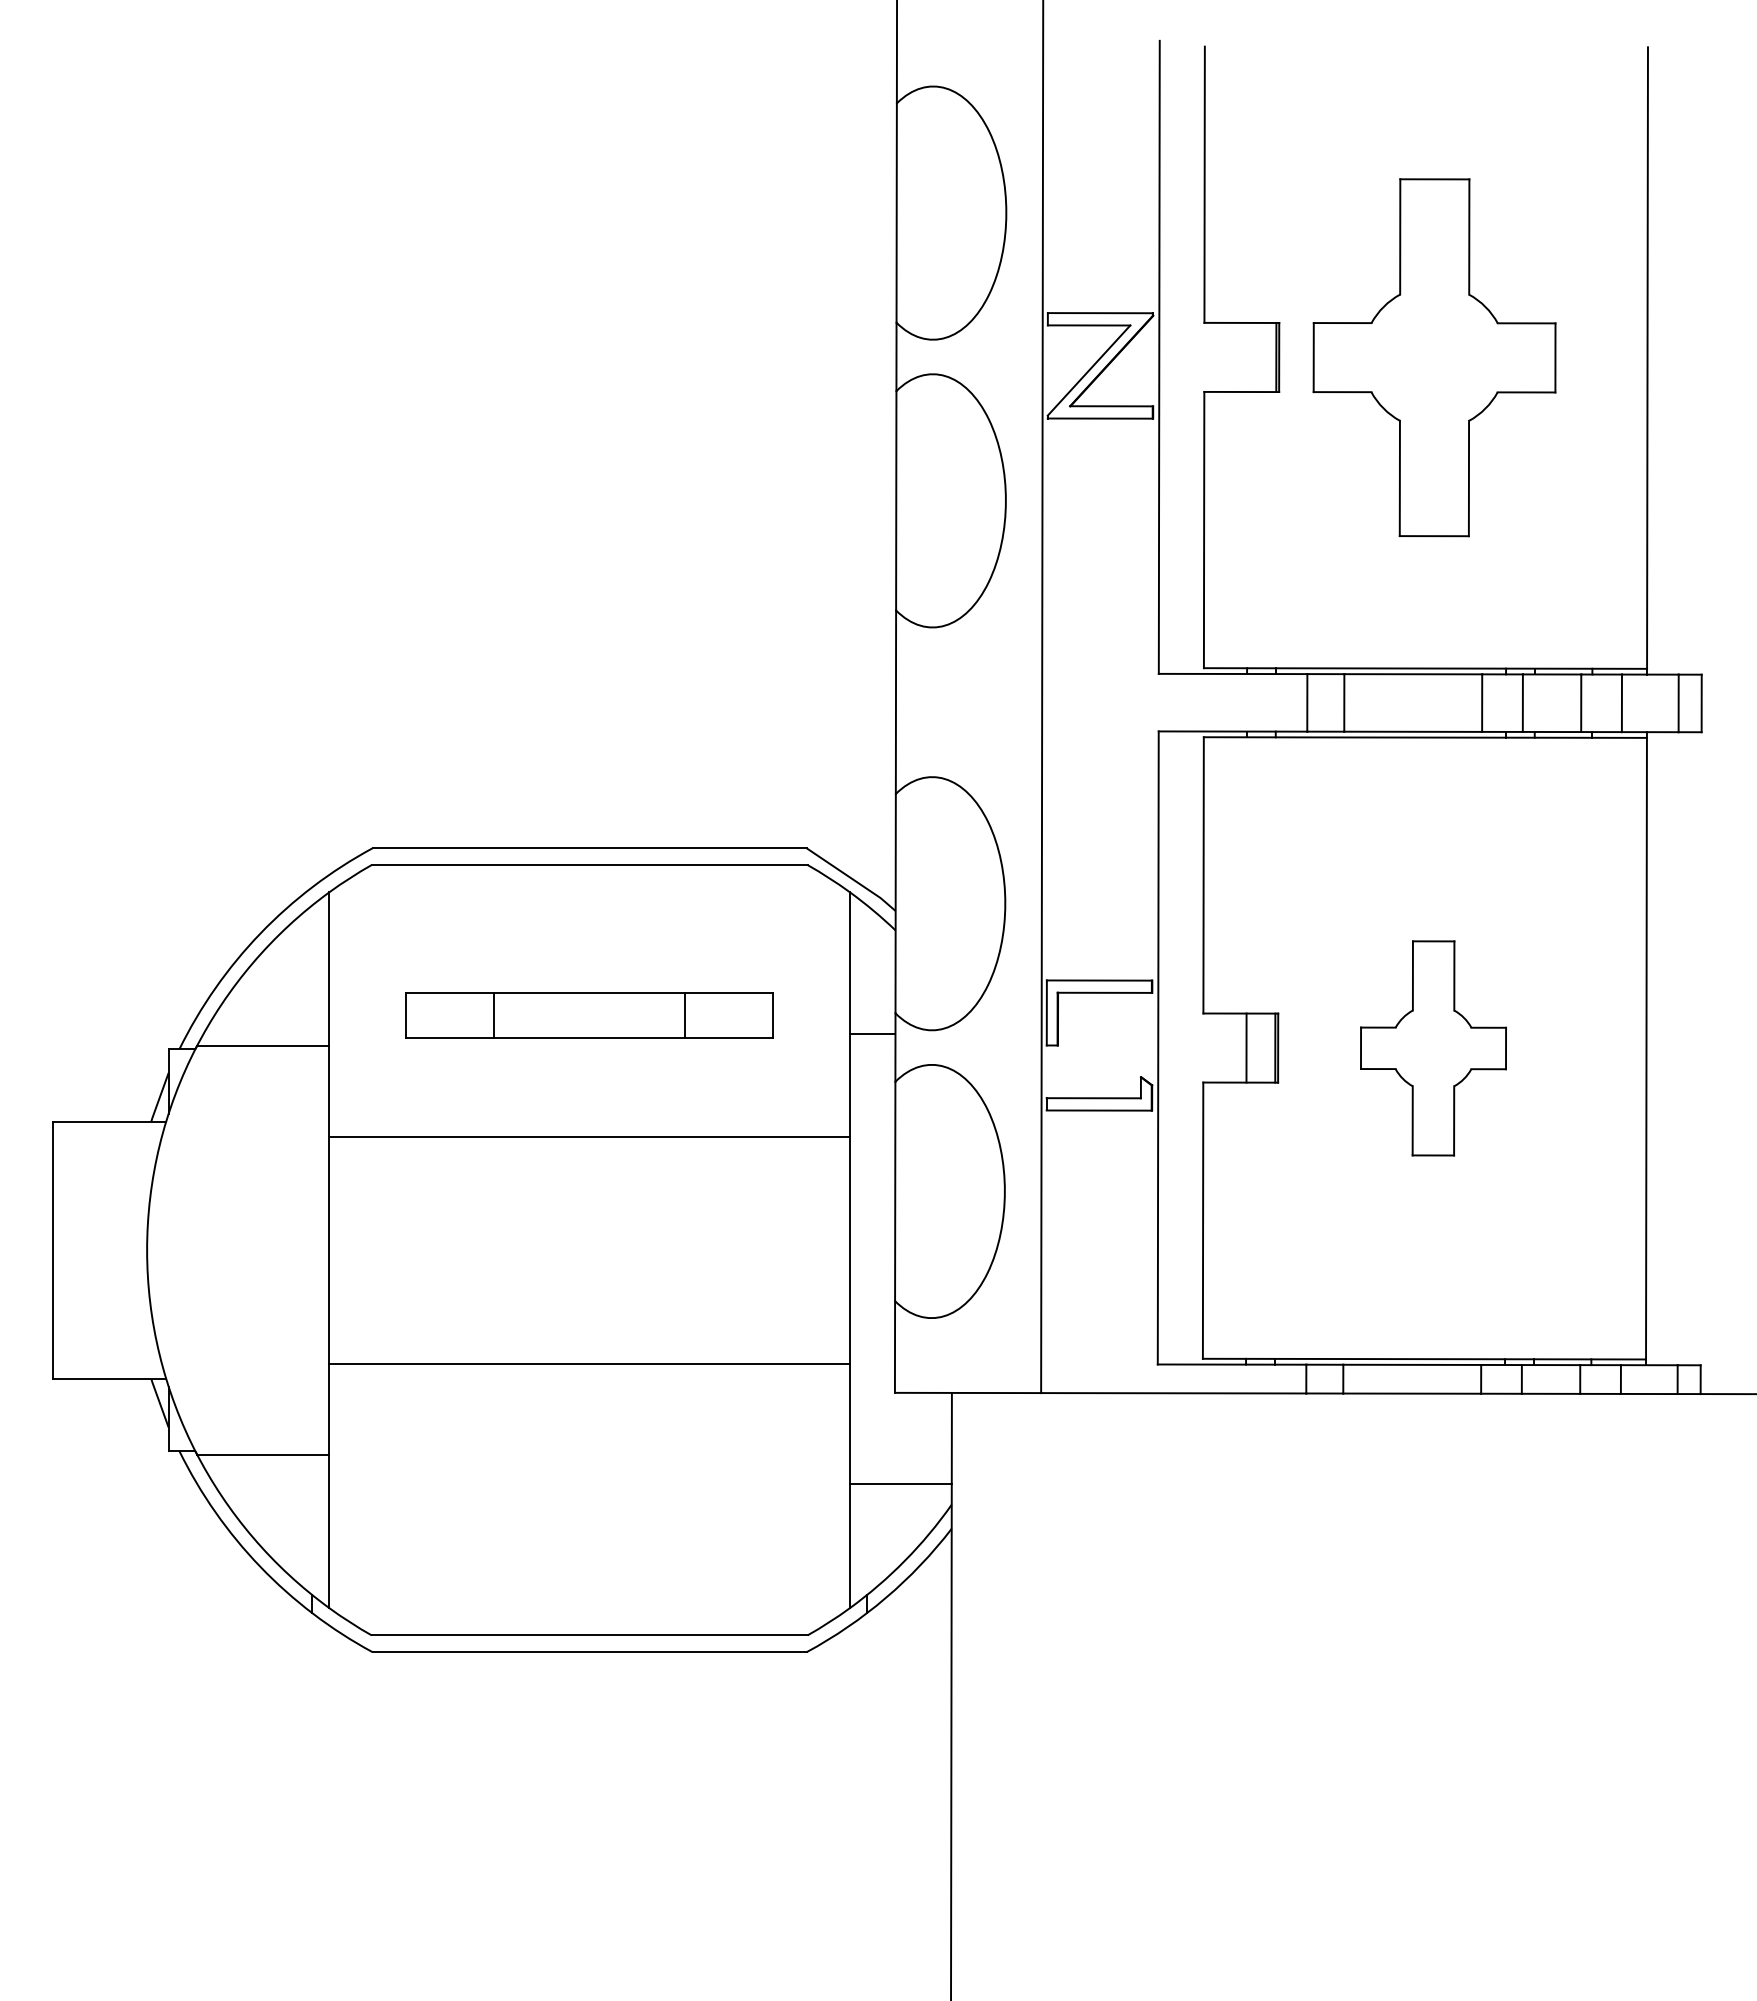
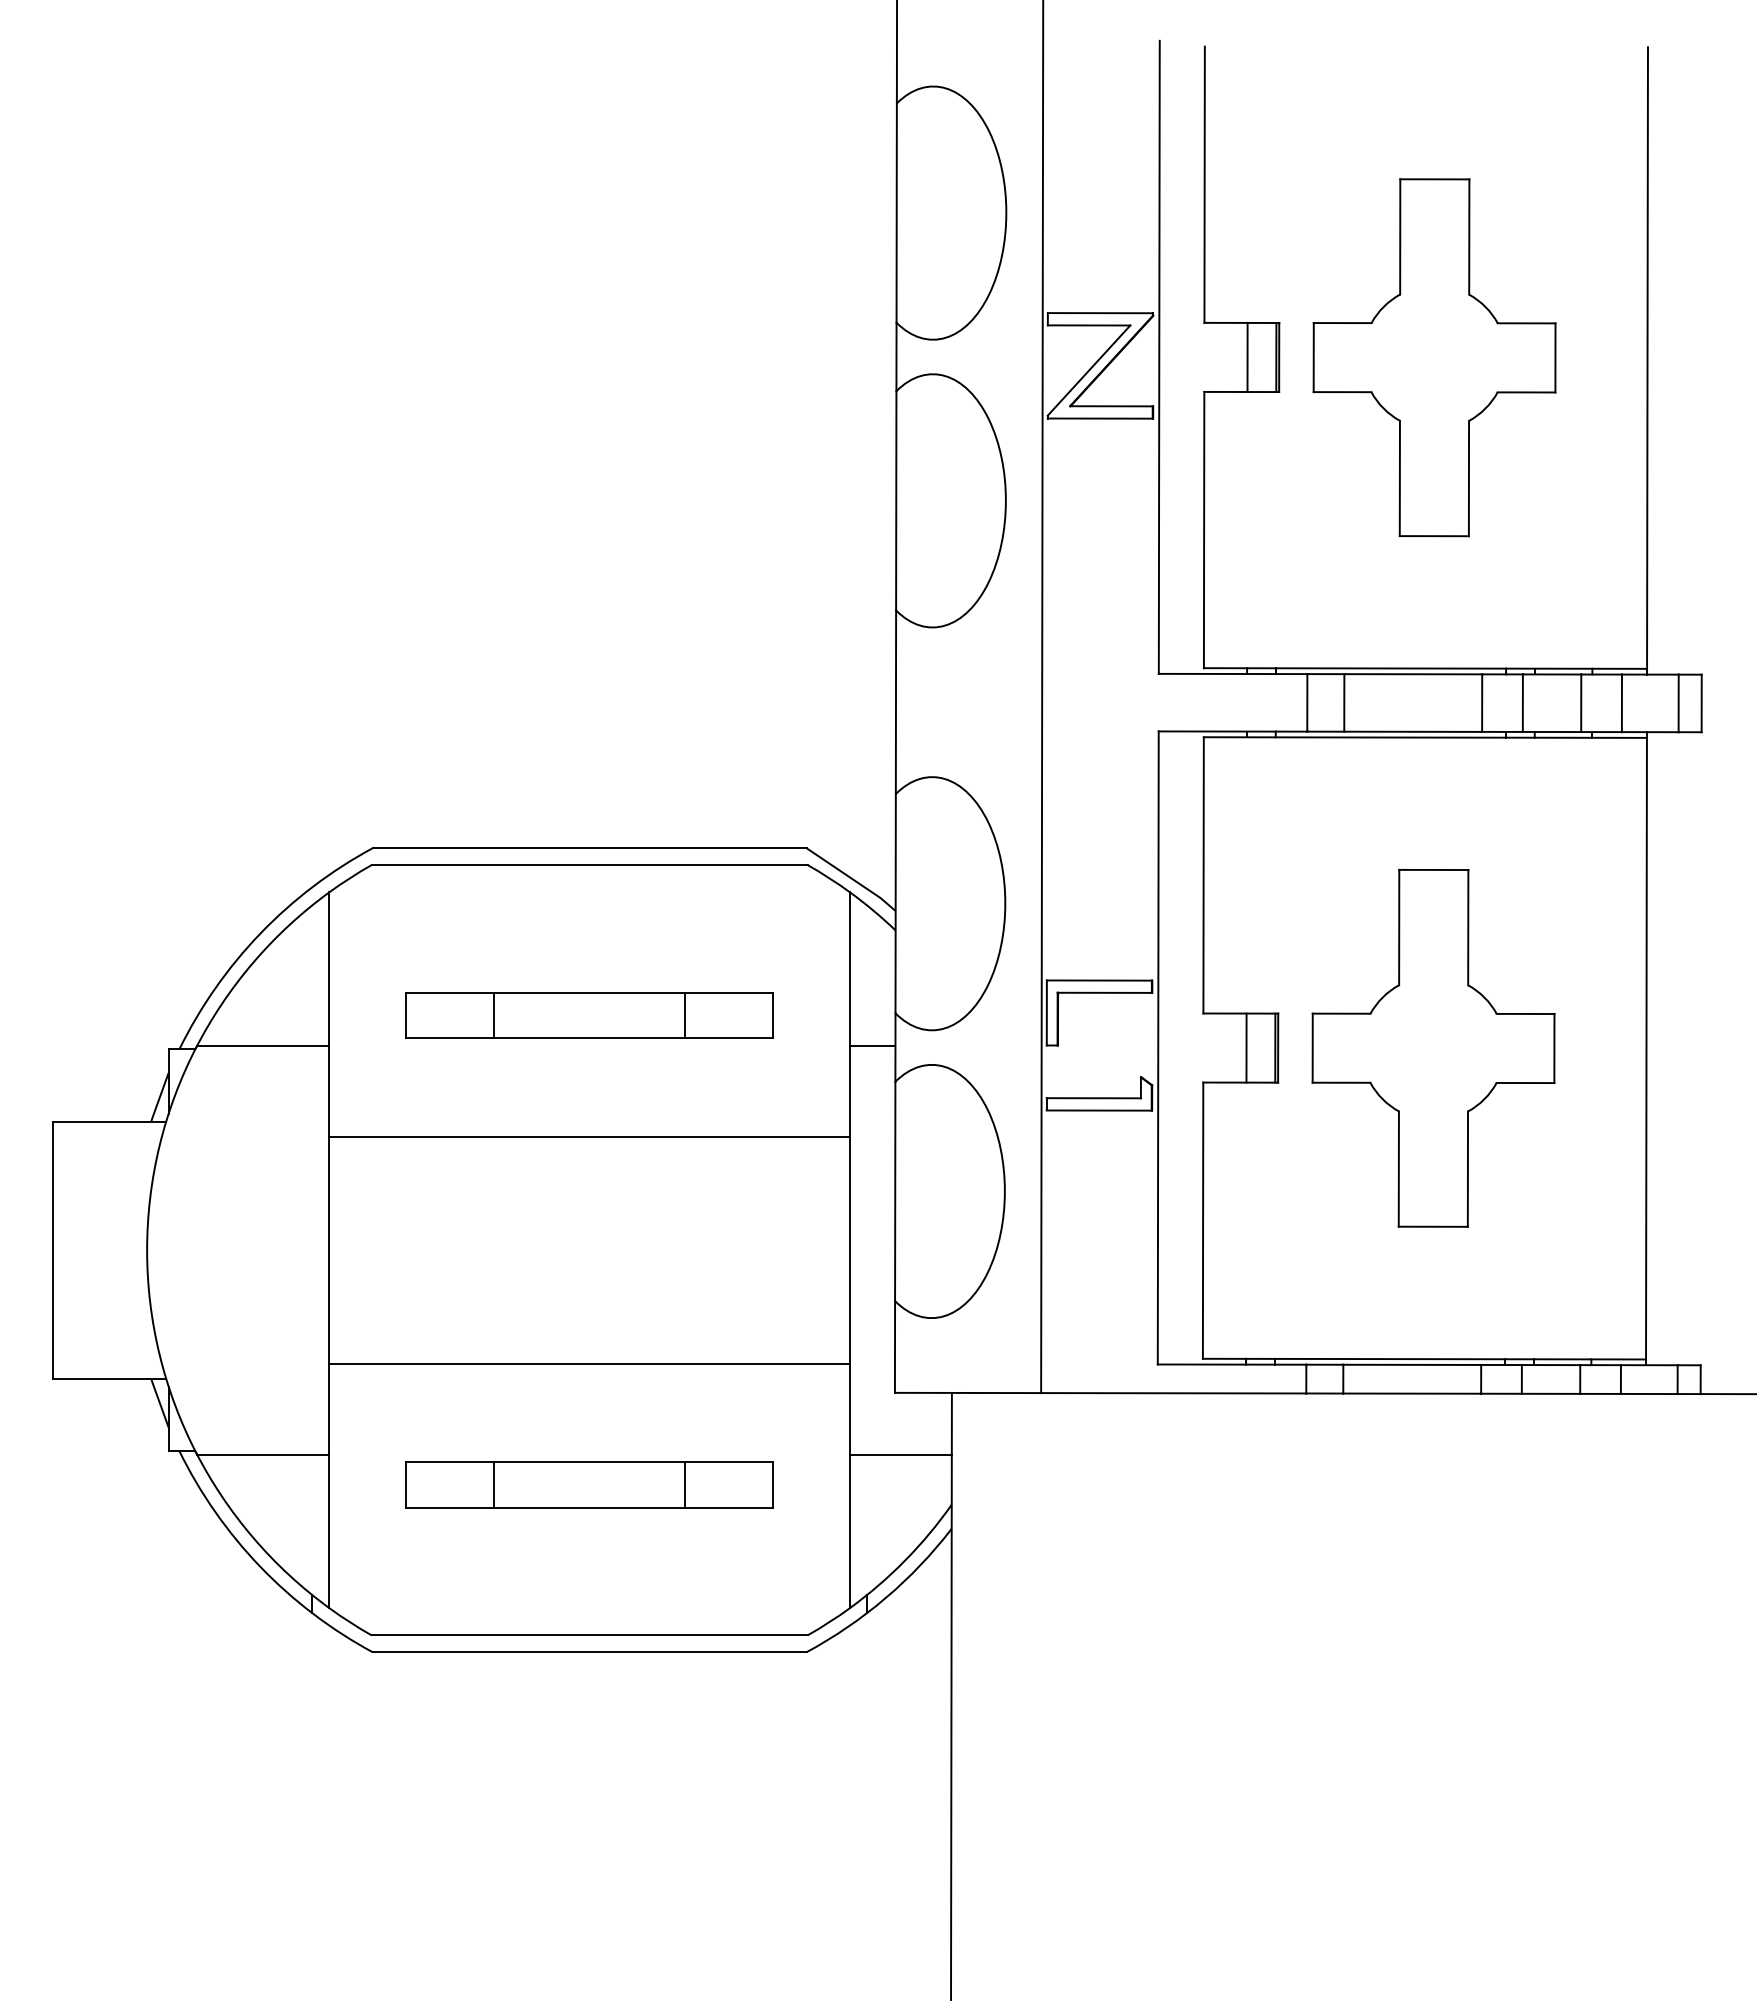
line at (1247, 357): none -> present
line at (872, 1033) position: (872, 1033) -> (872, 1045)
part at (1433, 1048) size: 147x217 px -> 245x359 px
line at (900, 1483) position: (900, 1483) -> (900, 1454)
part at (589, 1484): none -> present
